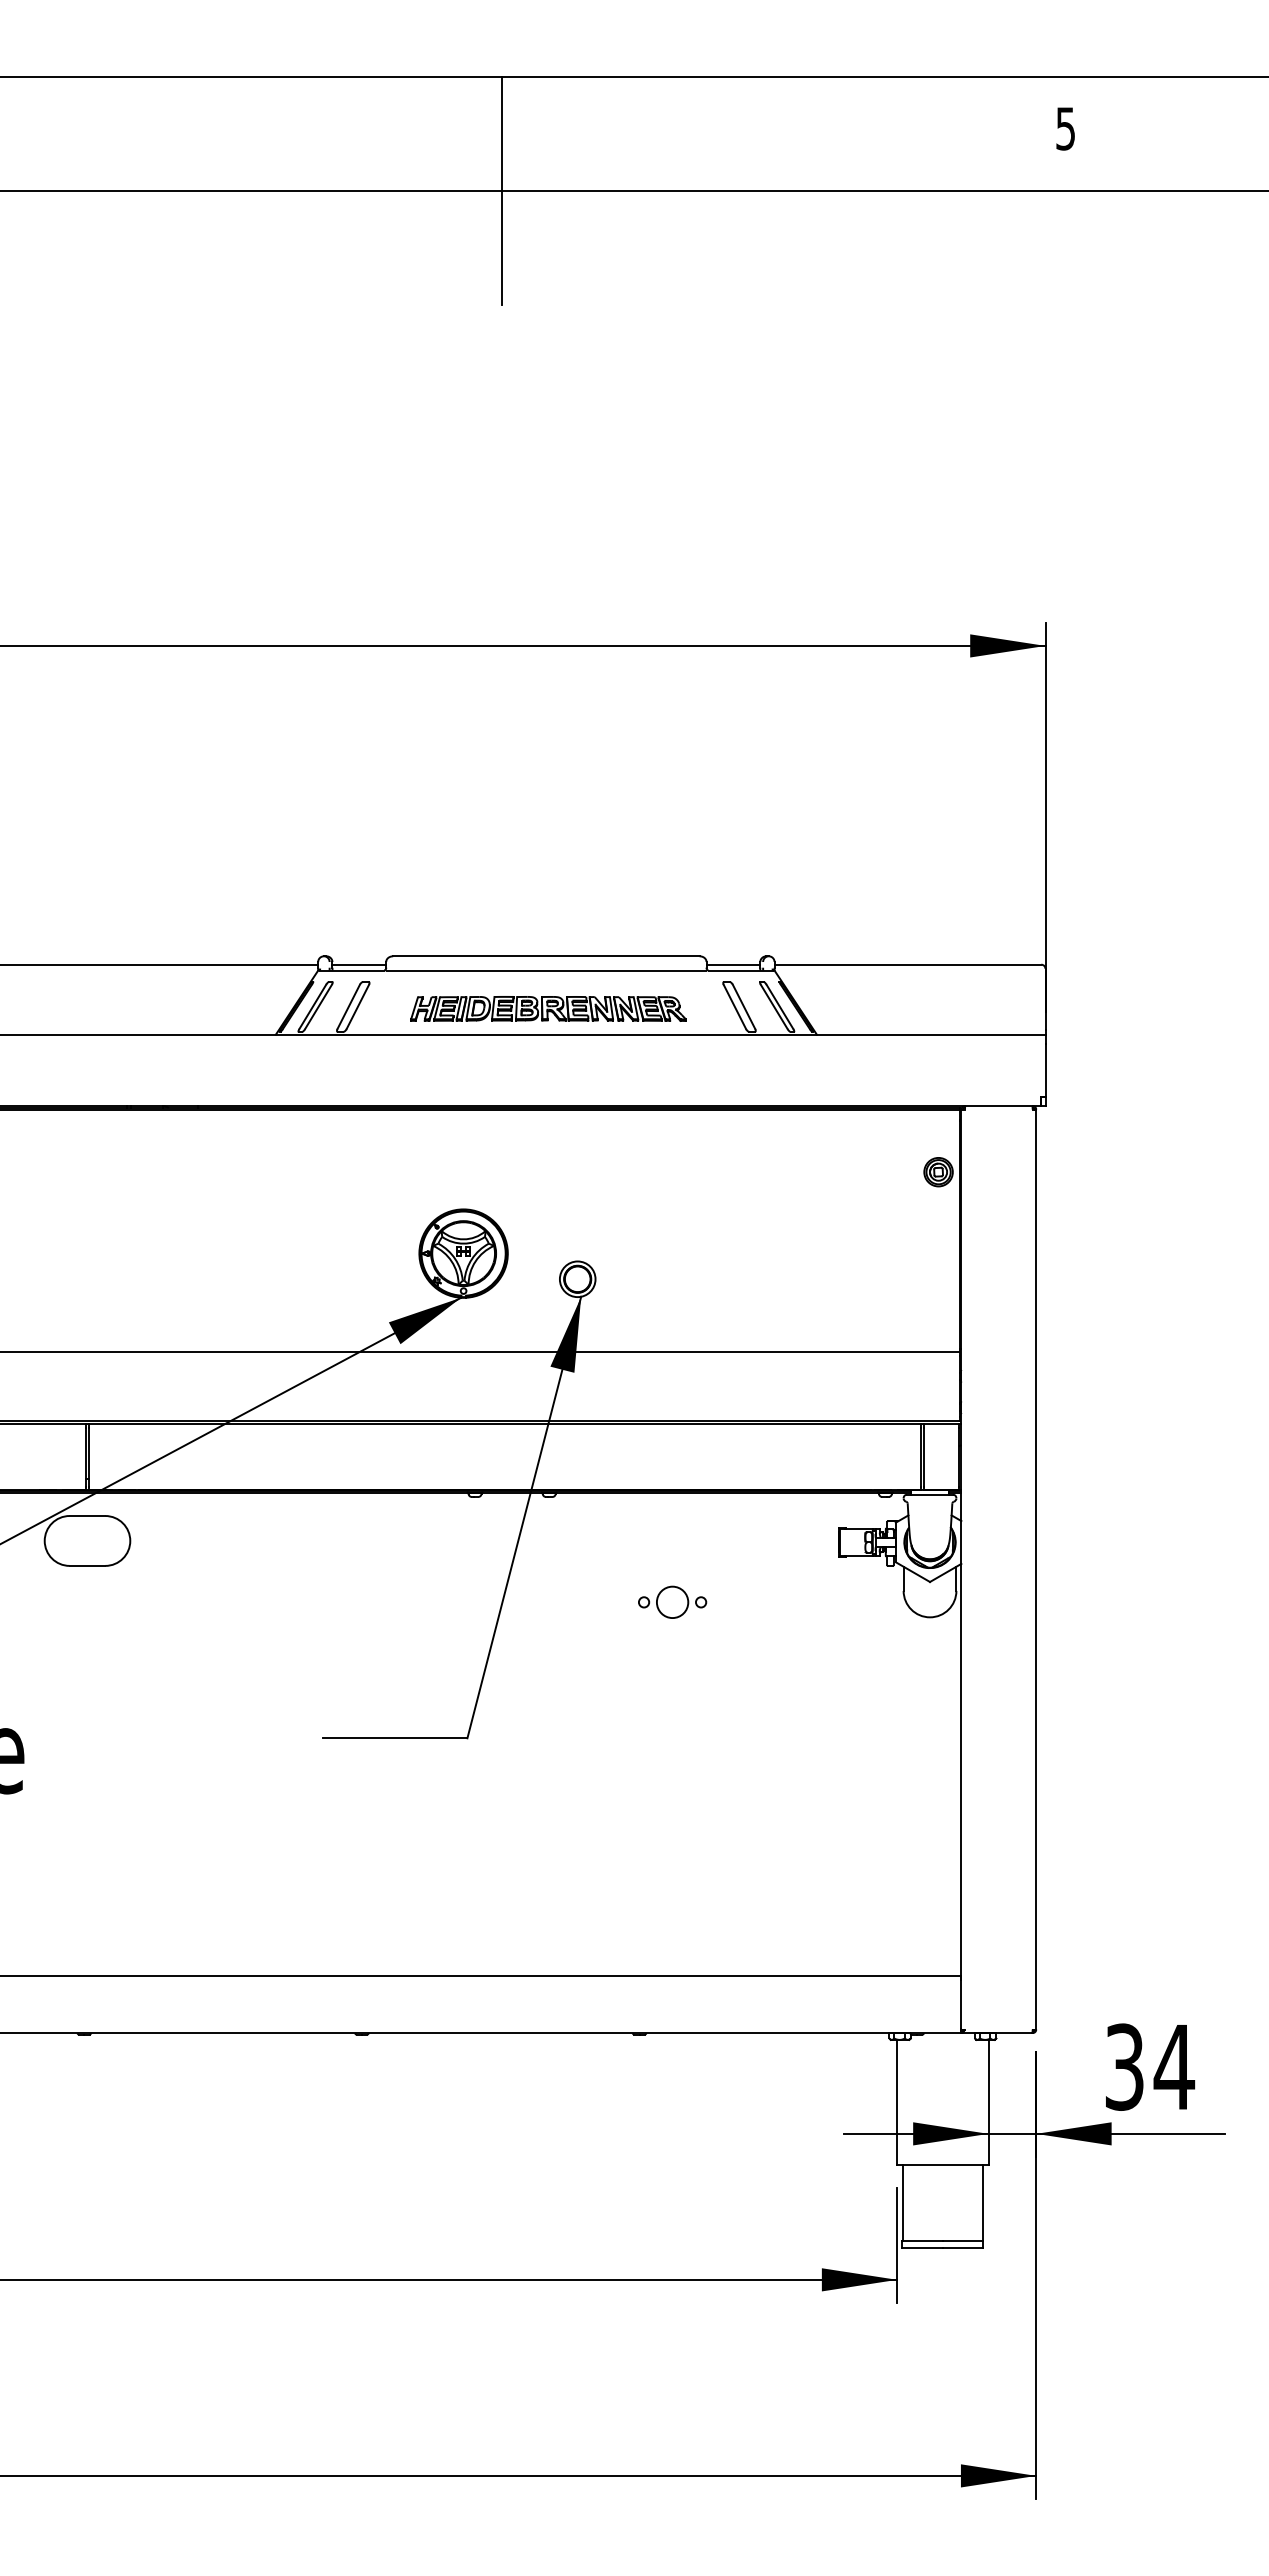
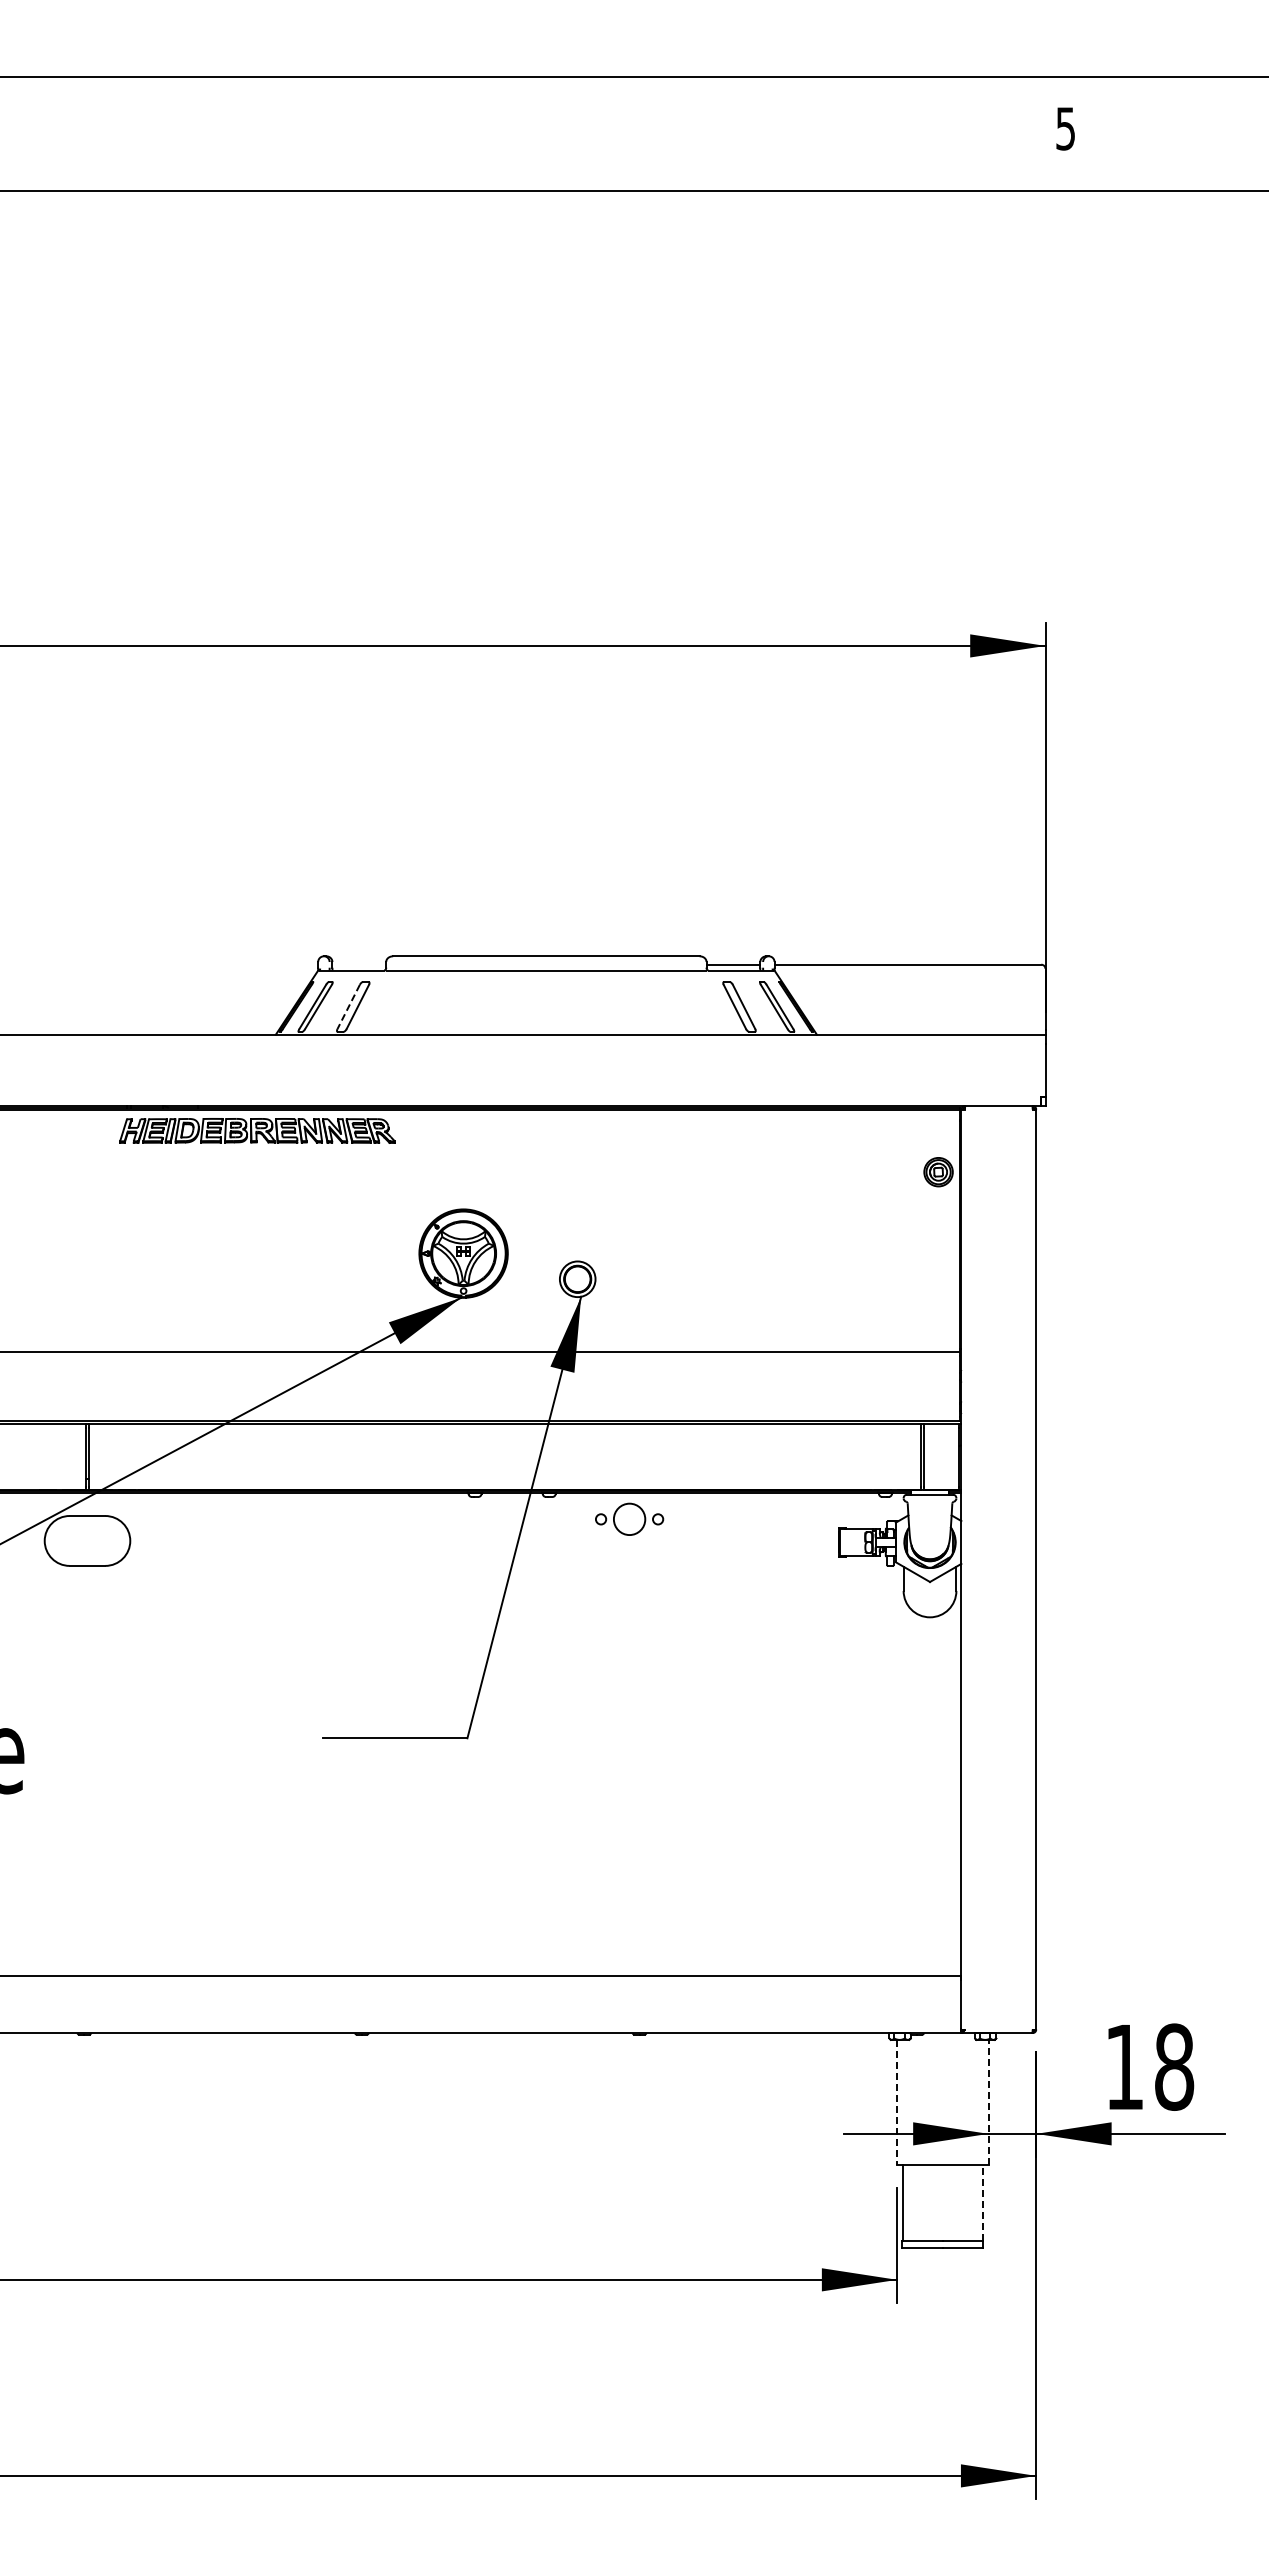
line at (501, 191): present -> none
line at (160, 964): present -> none
line at (359, 964): present -> none
line at (348, 1006): solid -> dashed
part at (548, 1008) position: (548, 1008) -> (257, 1130)
part at (672, 1601) position: (672, 1601) -> (629, 1518)
text at (1150, 2066): 34 -> 18
line at (897, 2102): solid -> dashed
line at (988, 2102): solid -> dashed
line at (982, 2202): solid -> dashed
